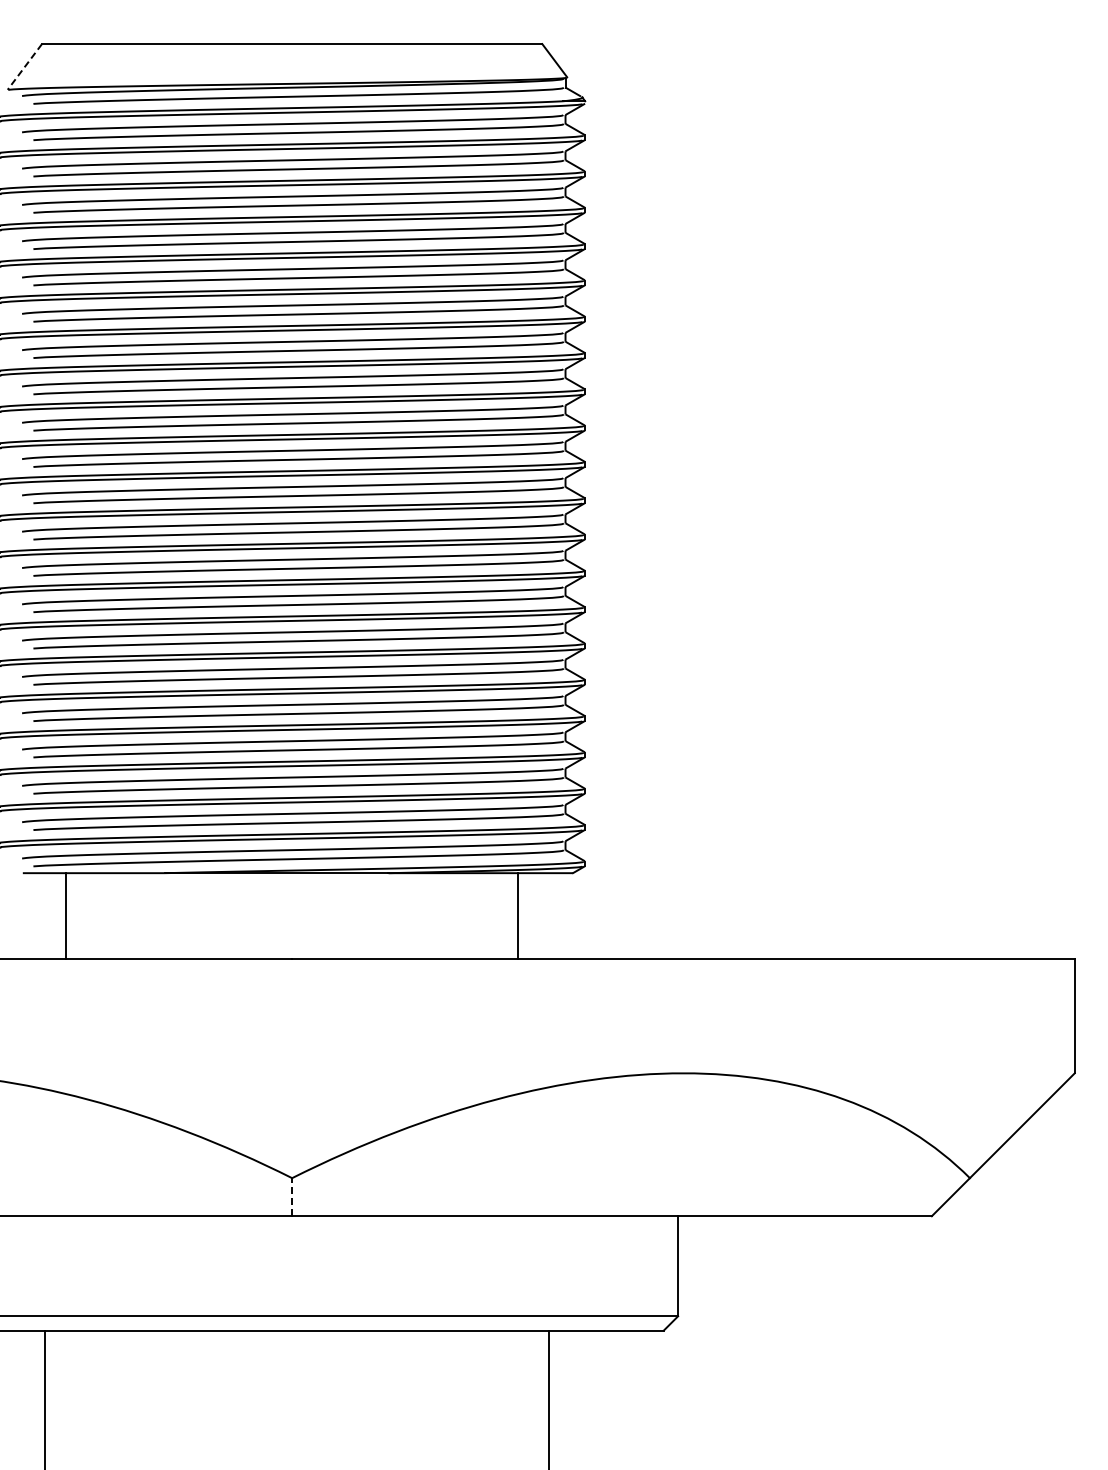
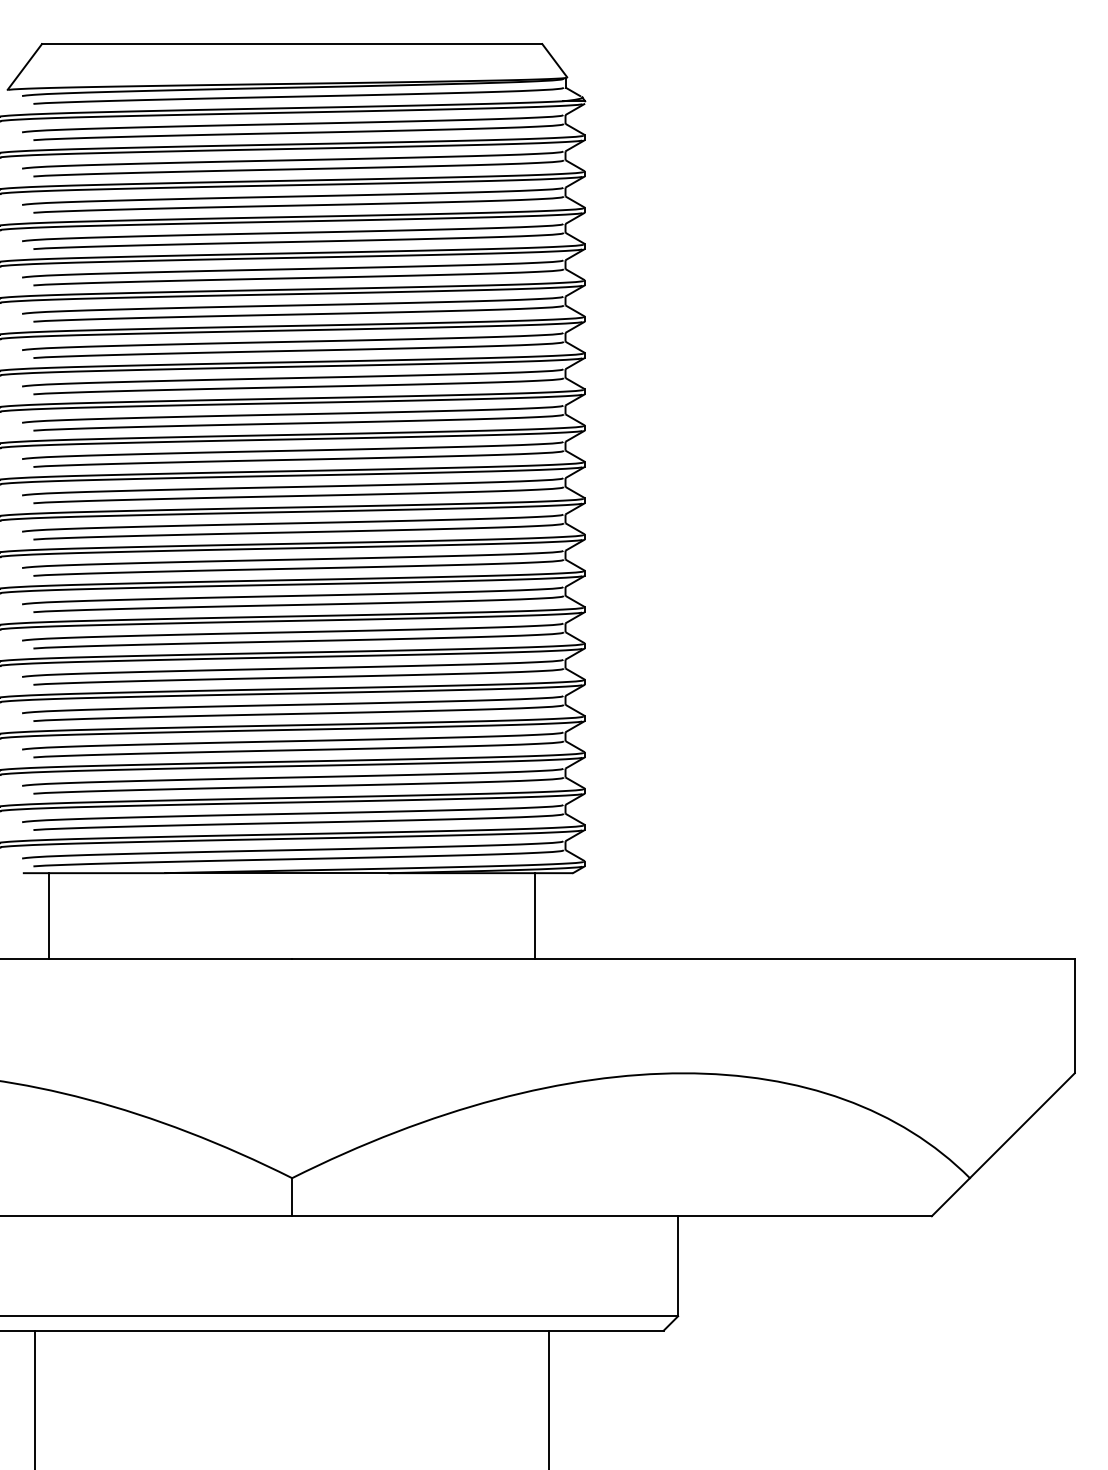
line at (24, 66): dashed -> solid
line at (66, 915) position: (66, 915) -> (49, 915)
line at (518, 915) position: (518, 915) -> (535, 915)
line at (292, 1196): dashed -> solid
line at (44, 1398) position: (44, 1398) -> (34, 1398)
